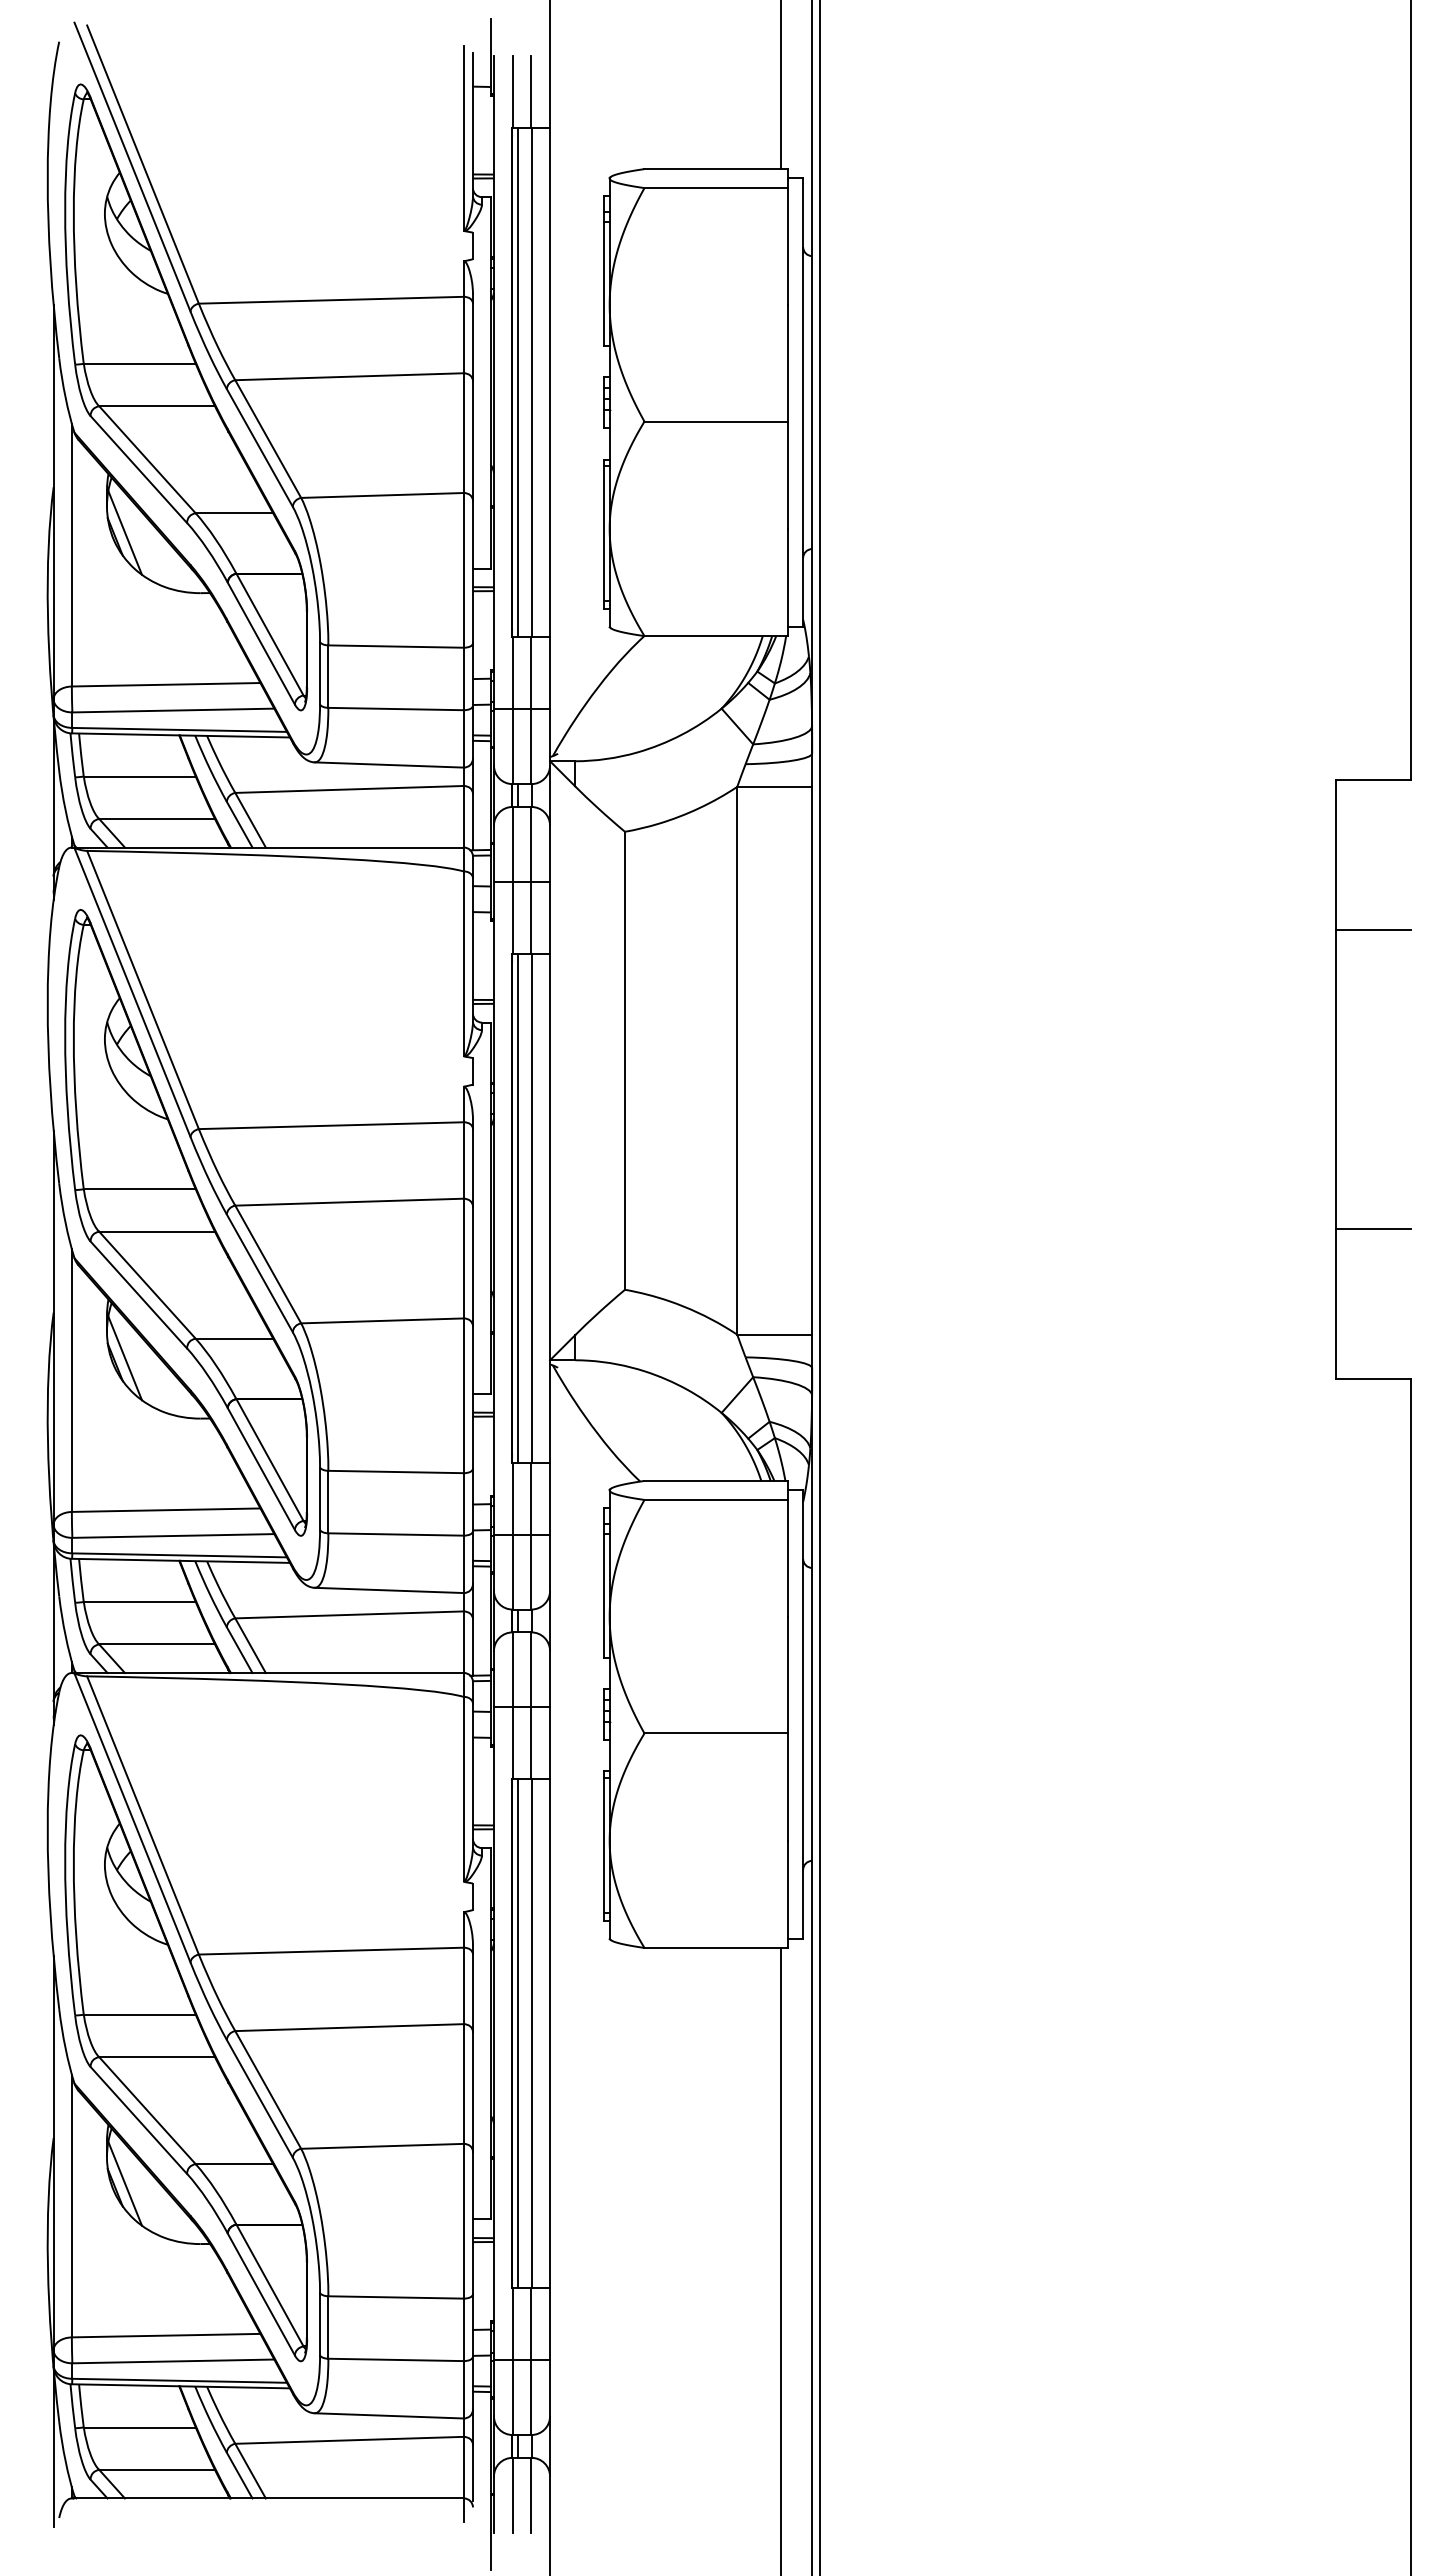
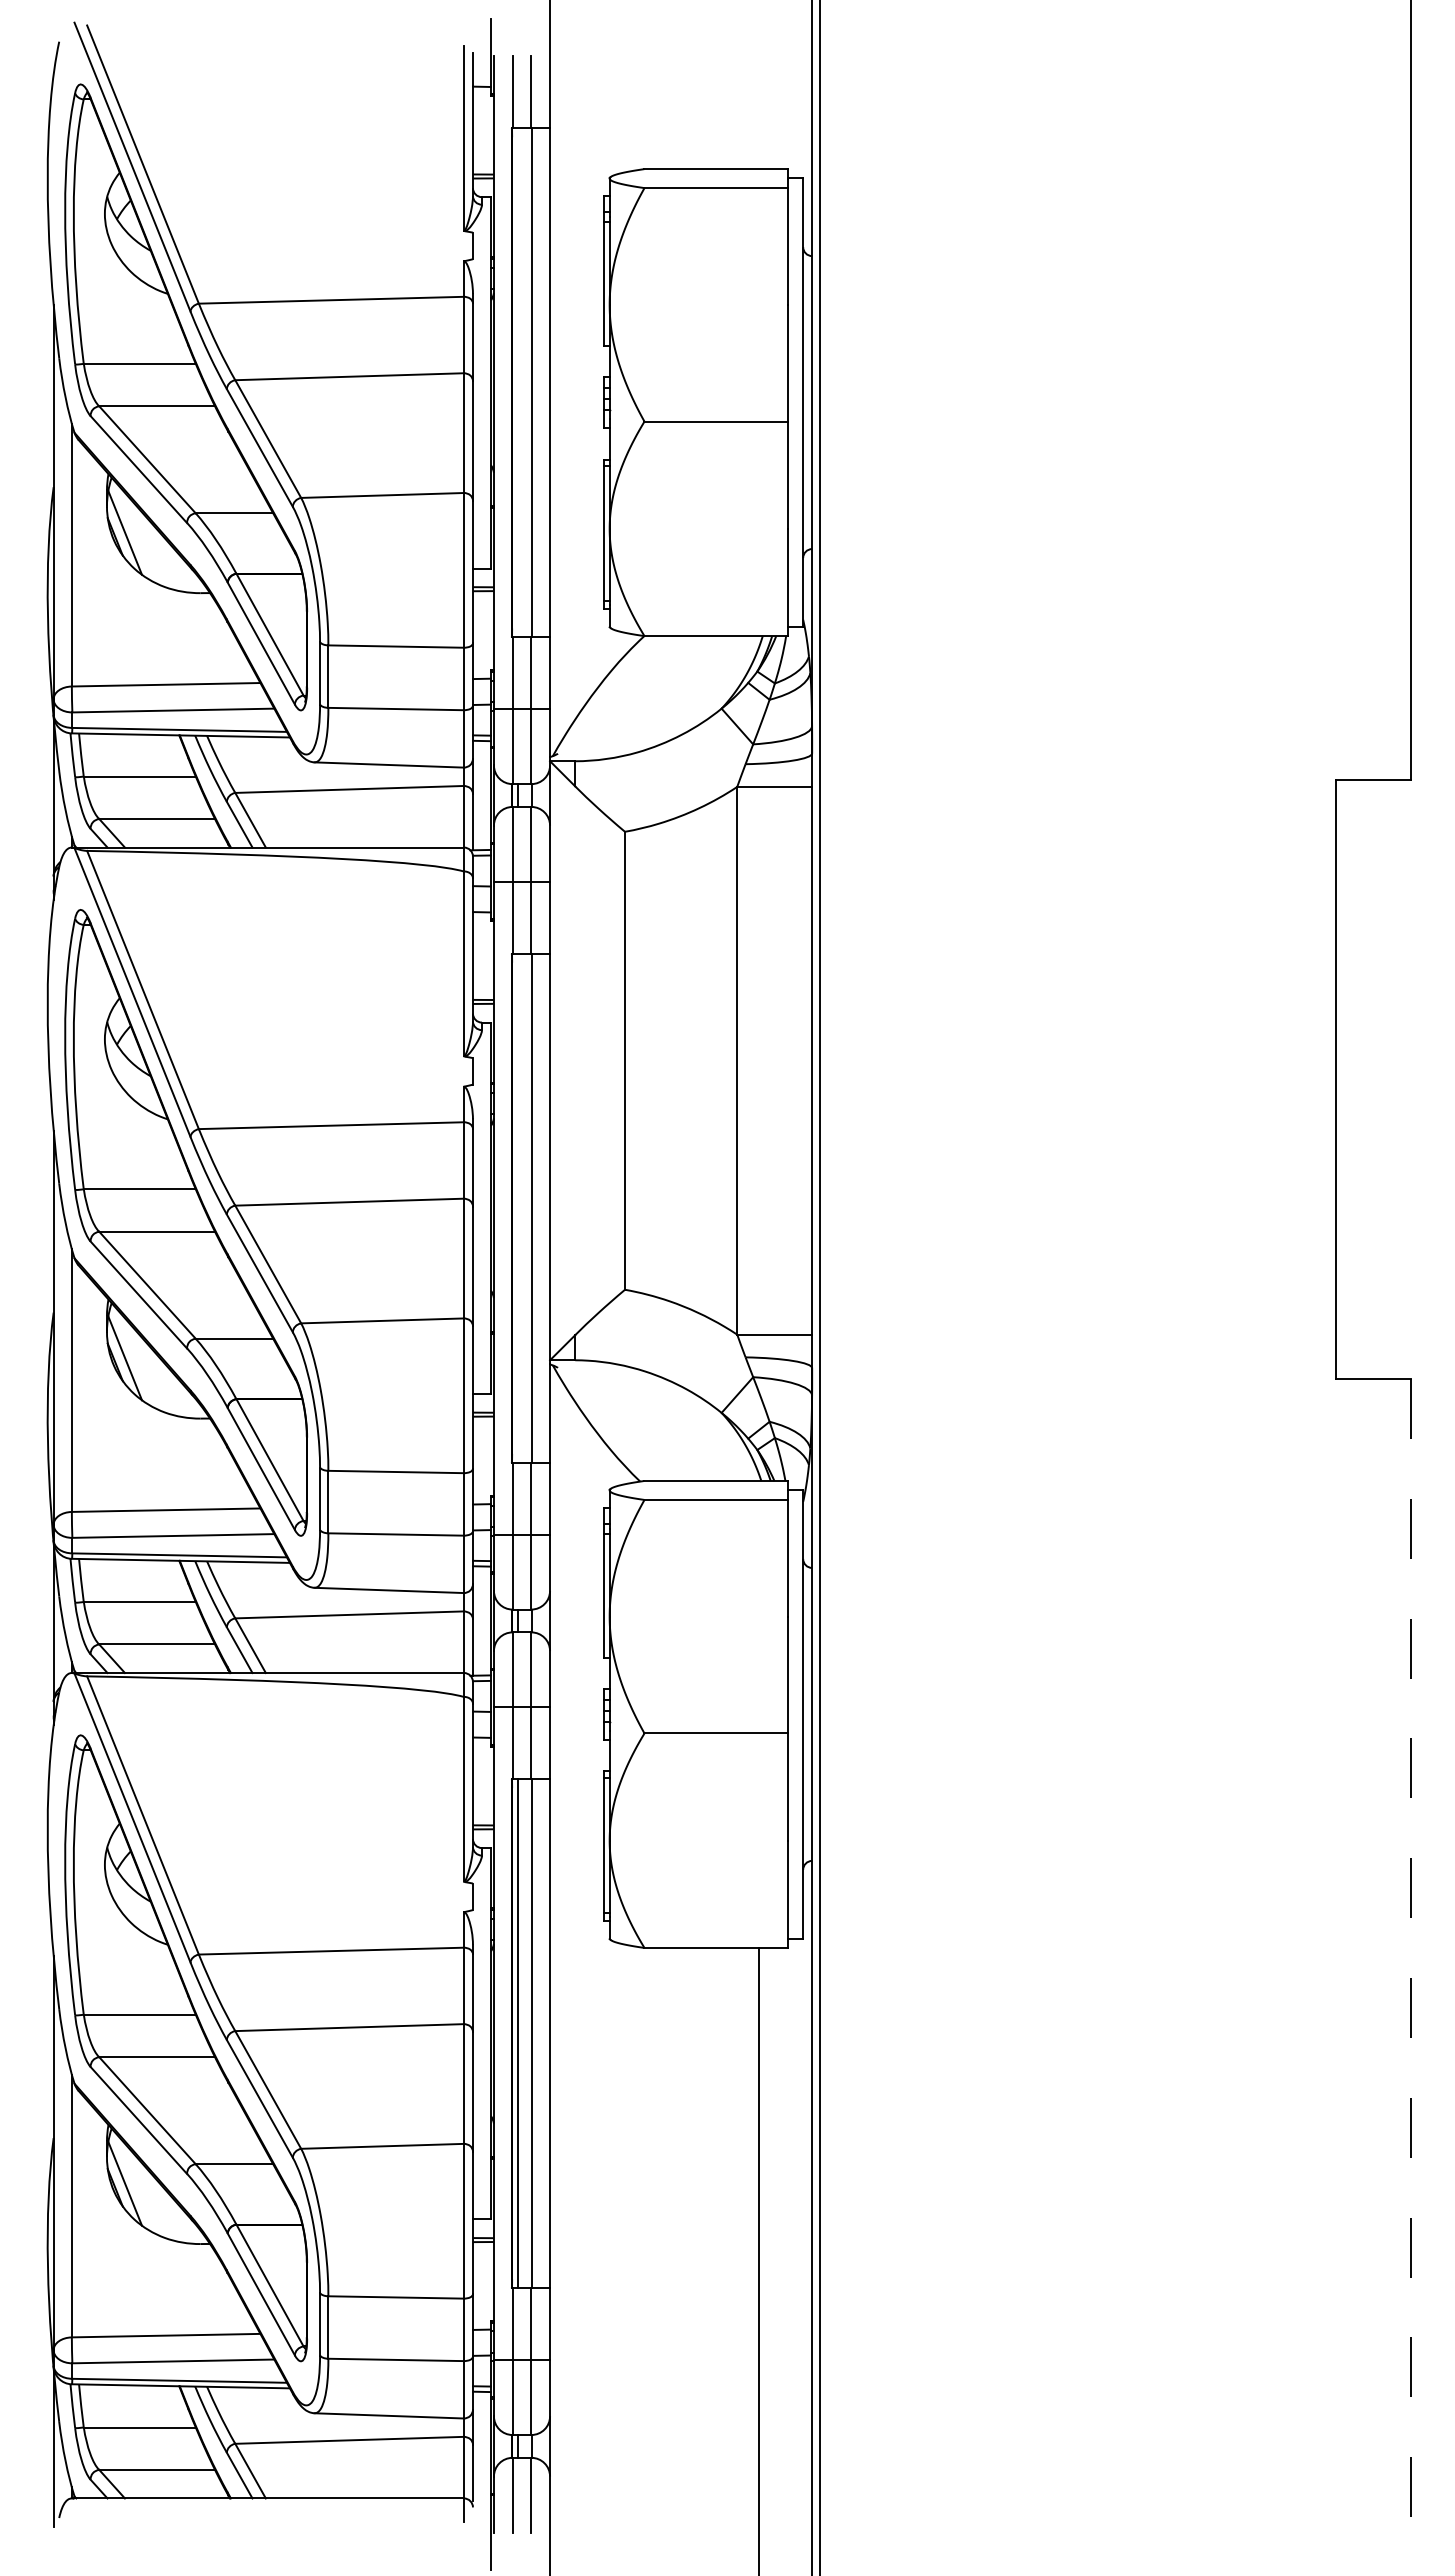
line at (781, 85): present -> none
line at (517, 382): present -> none
line at (1373, 929): present -> none
line at (517, 1207): present -> none
line at (1373, 1229): present -> none
line at (1411, 1976): solid -> dashed
line at (781, 2259) position: (781, 2259) -> (759, 2259)
